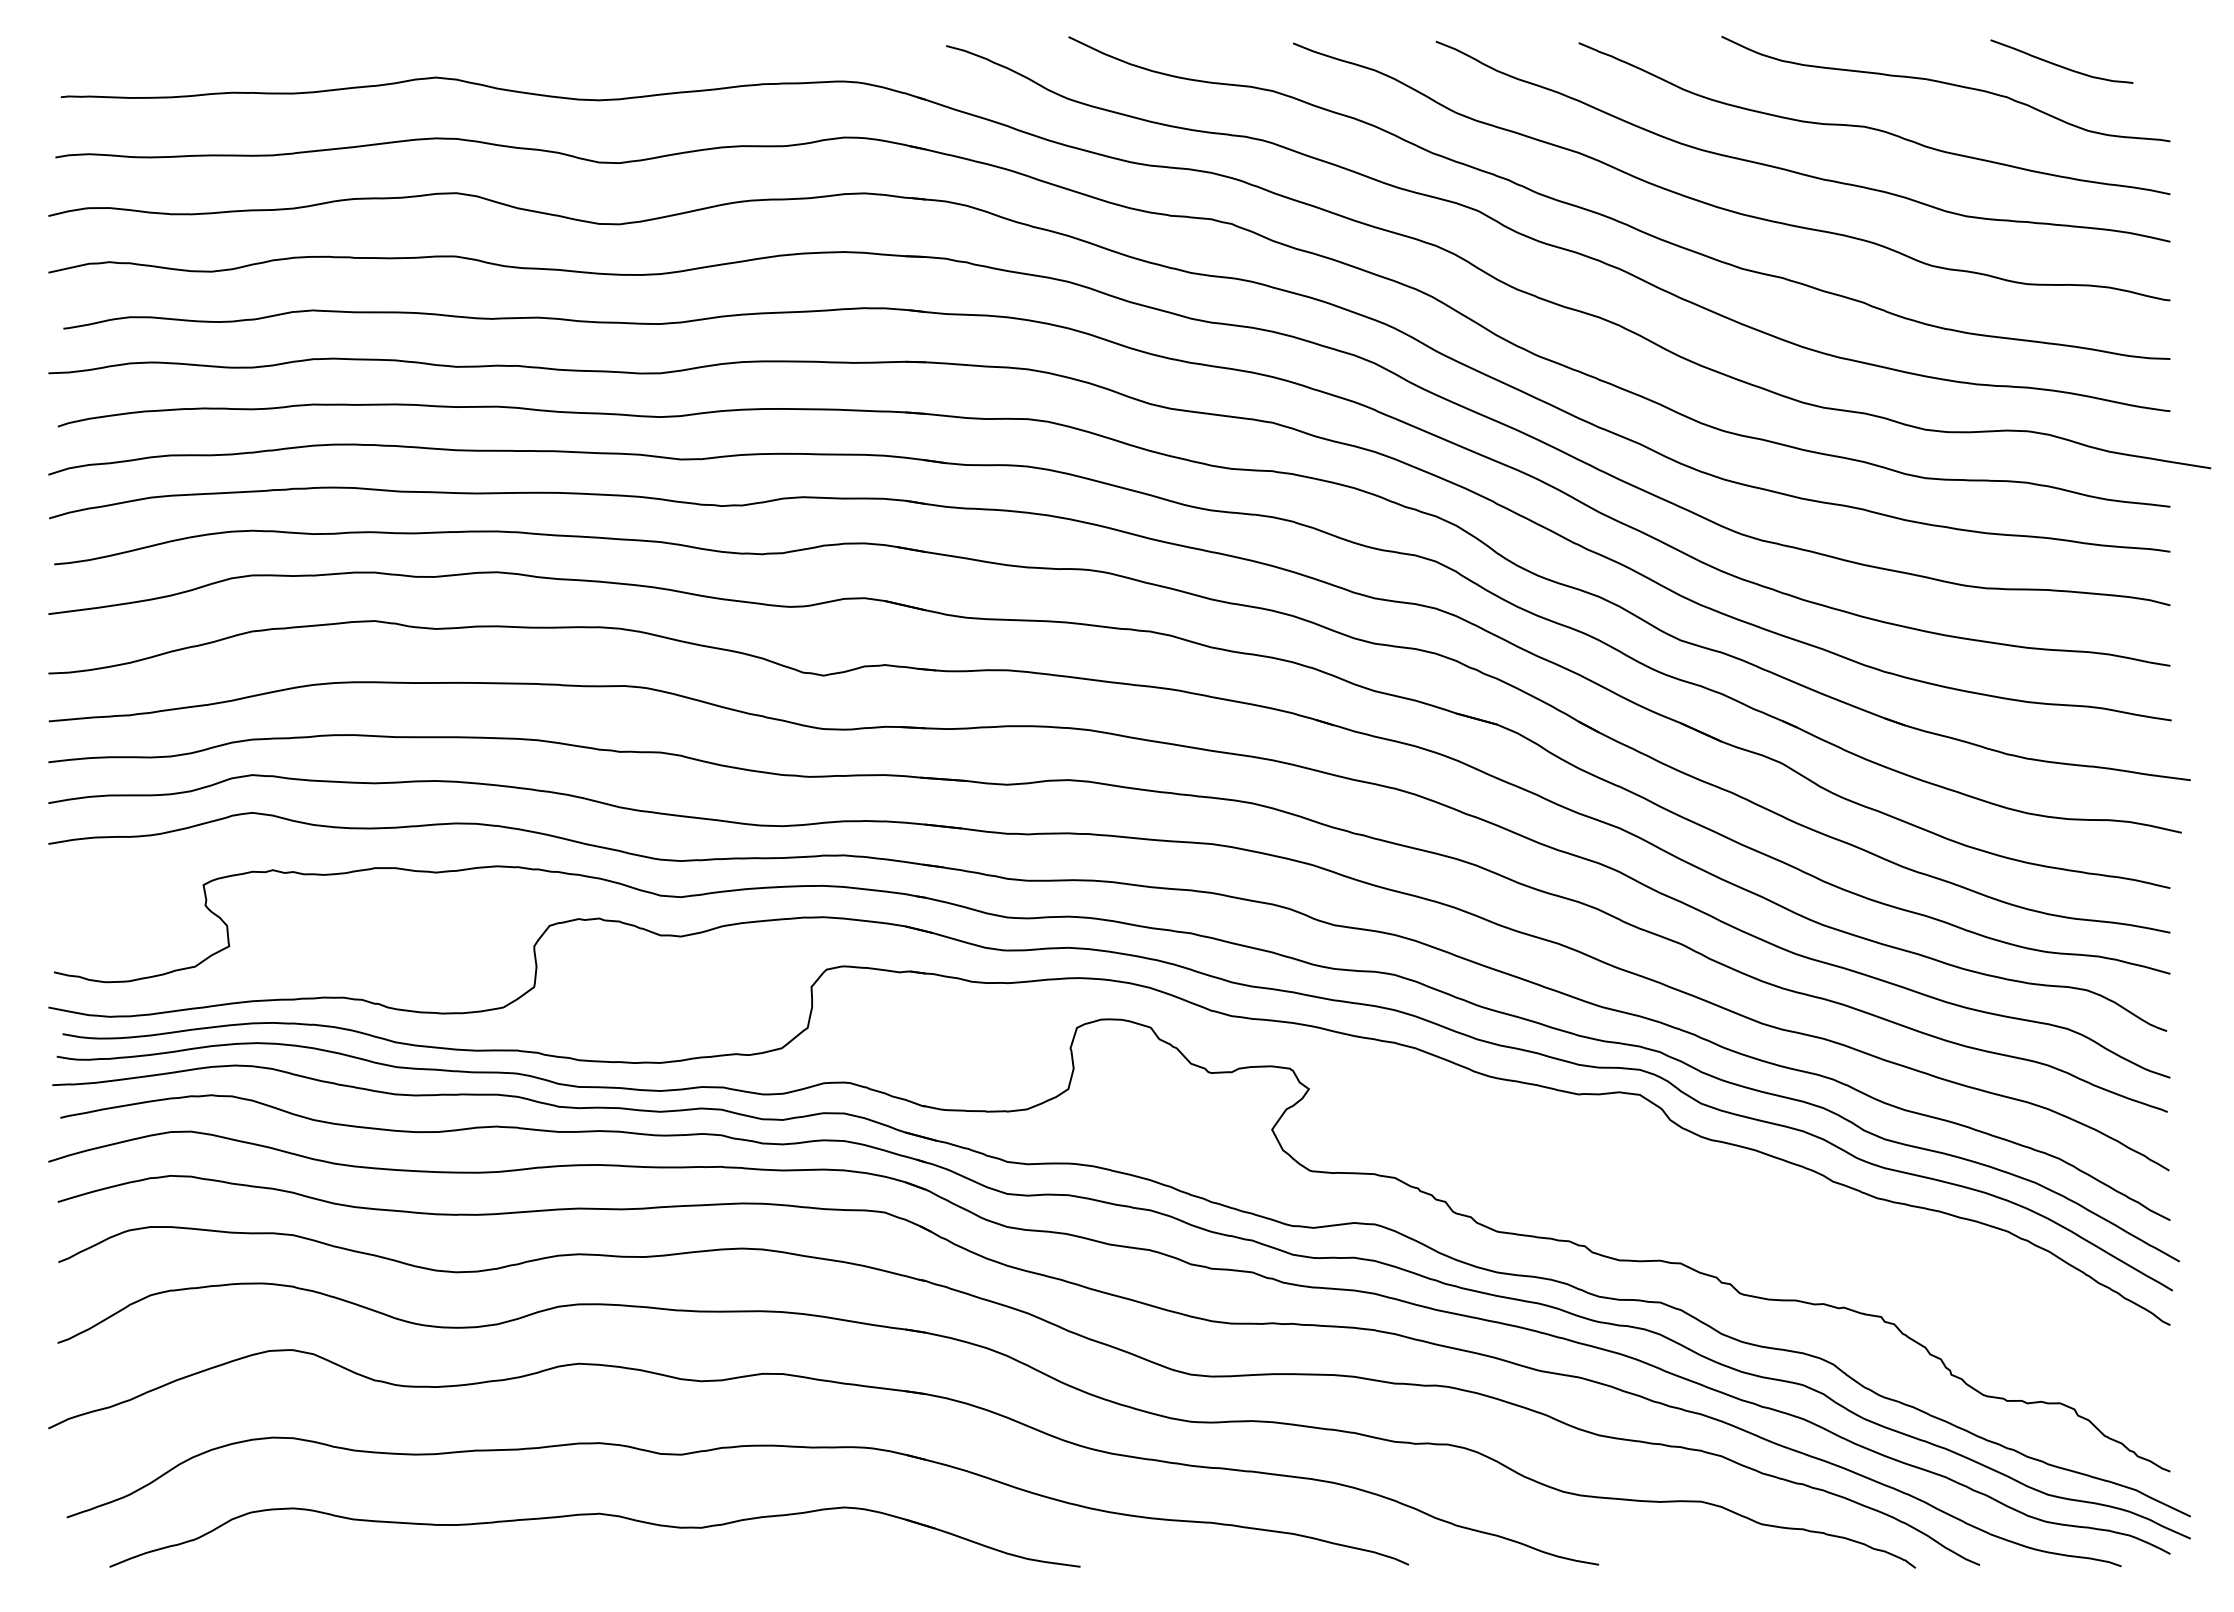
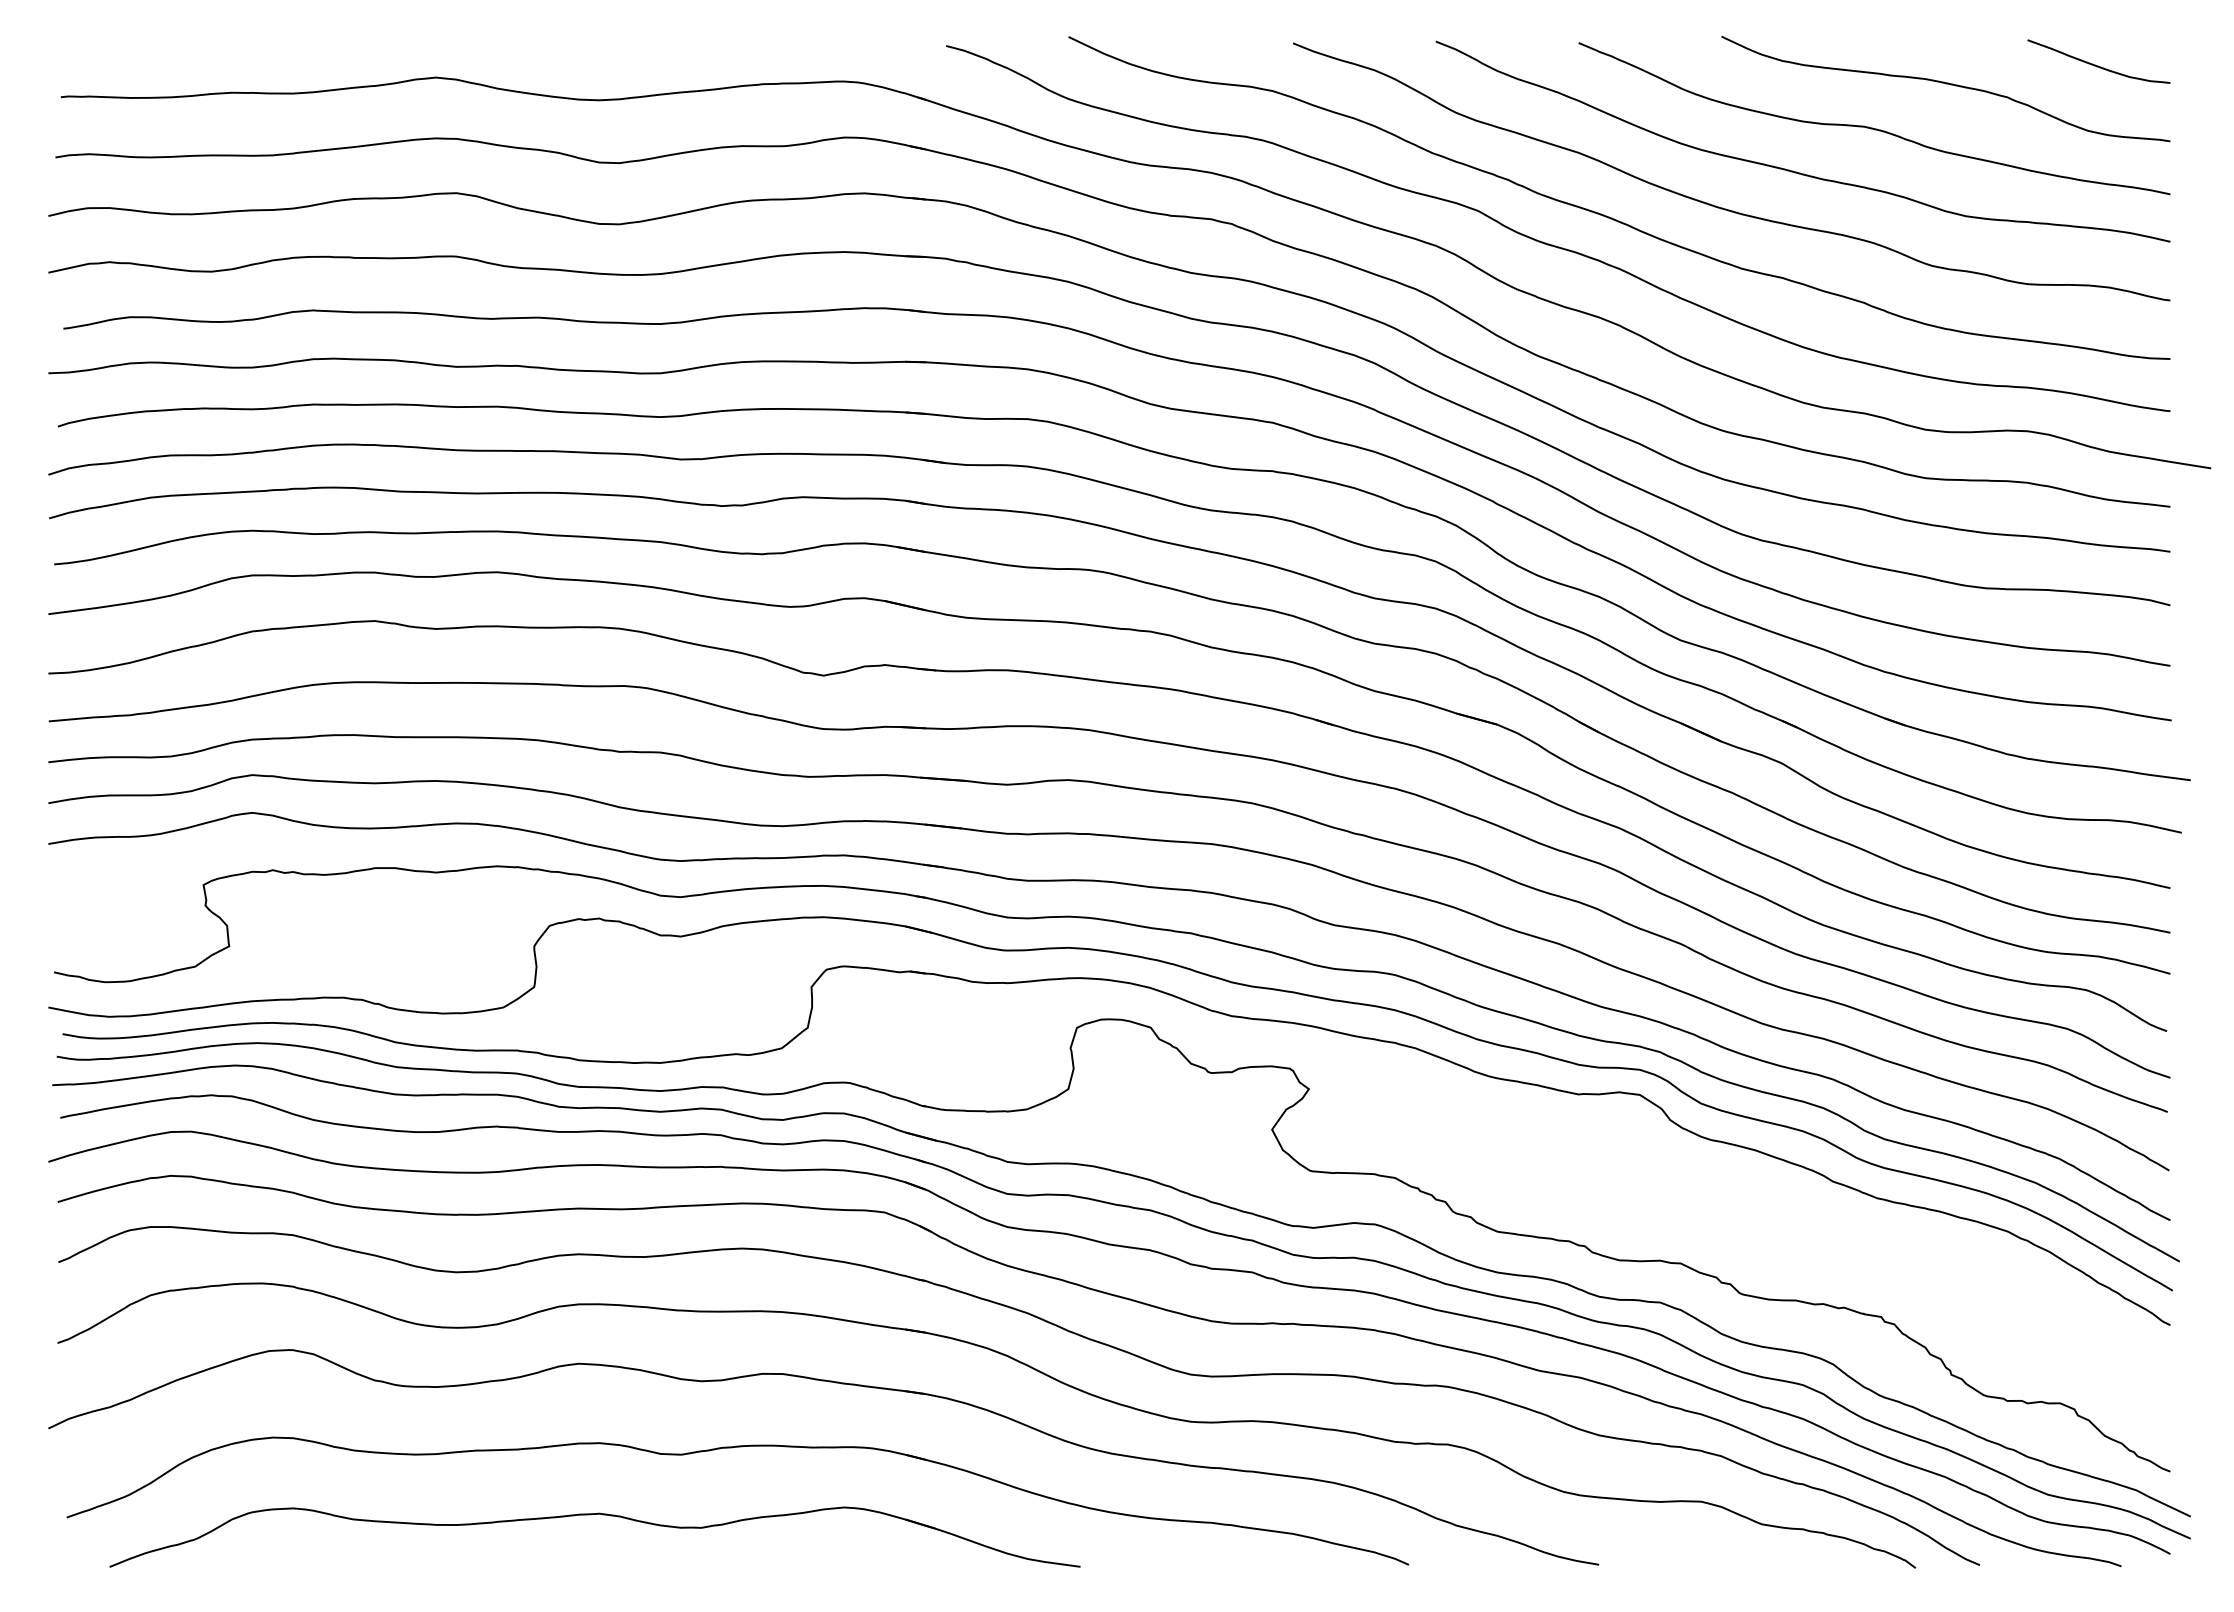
curve at (2061, 65) position: (2061, 65) -> (2098, 65)
